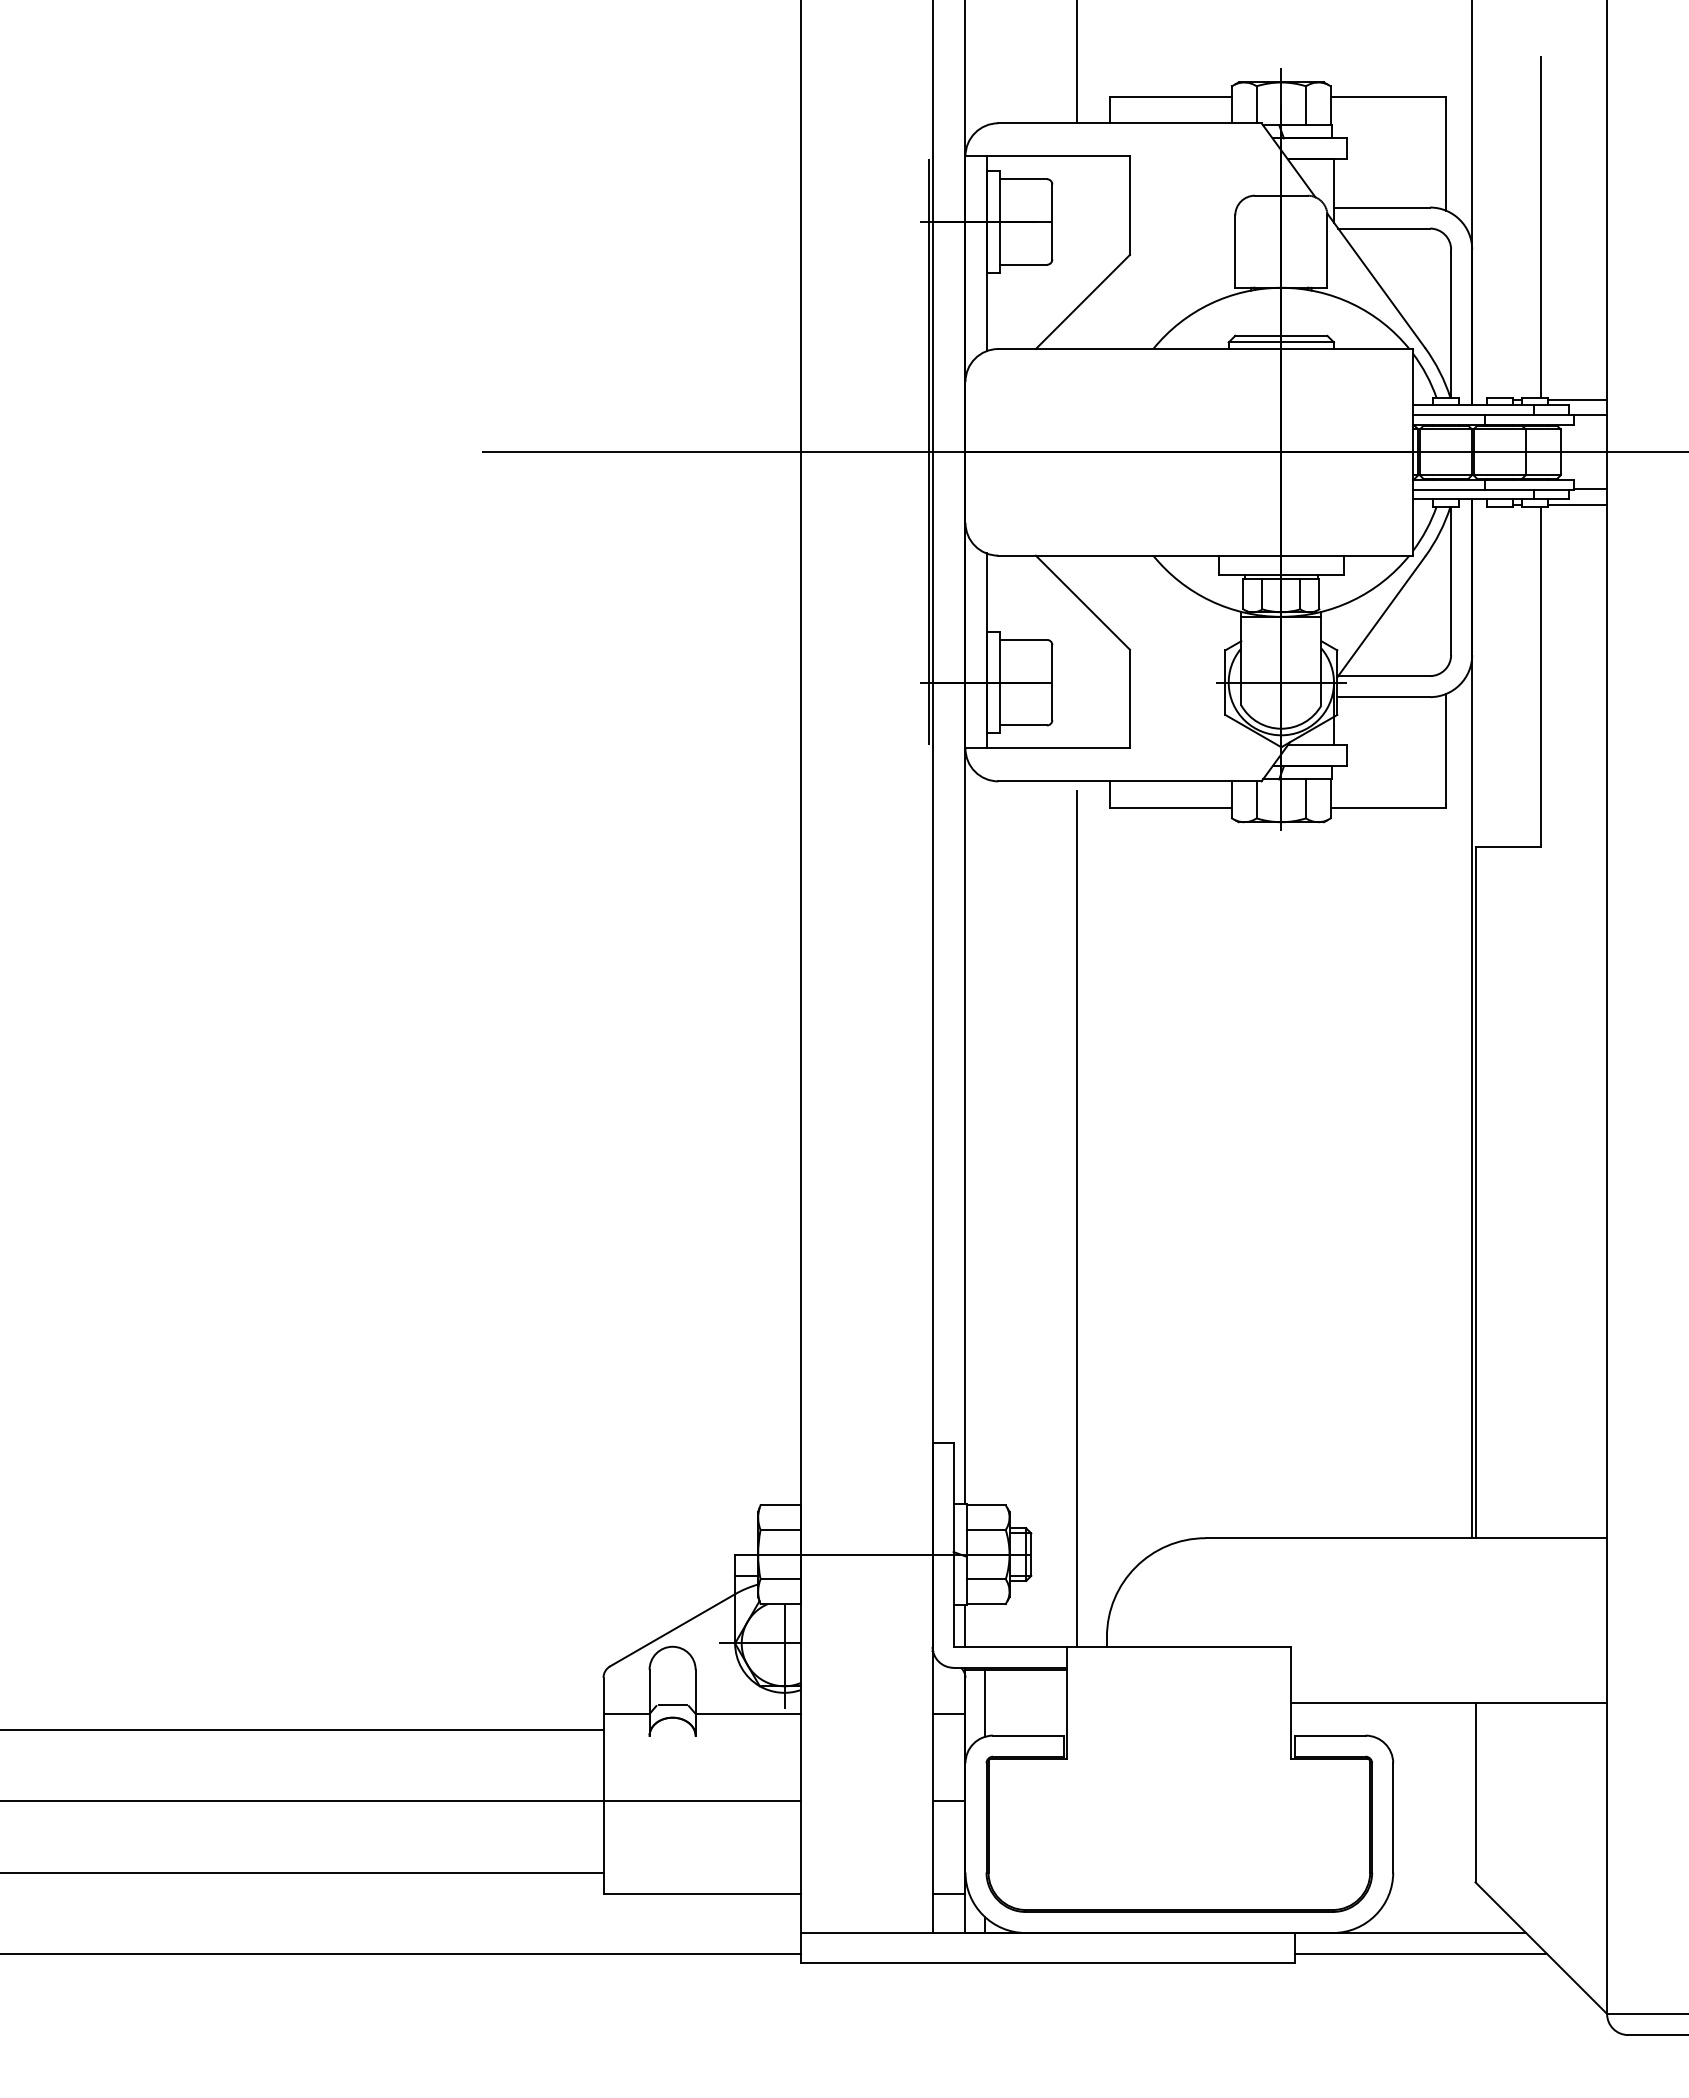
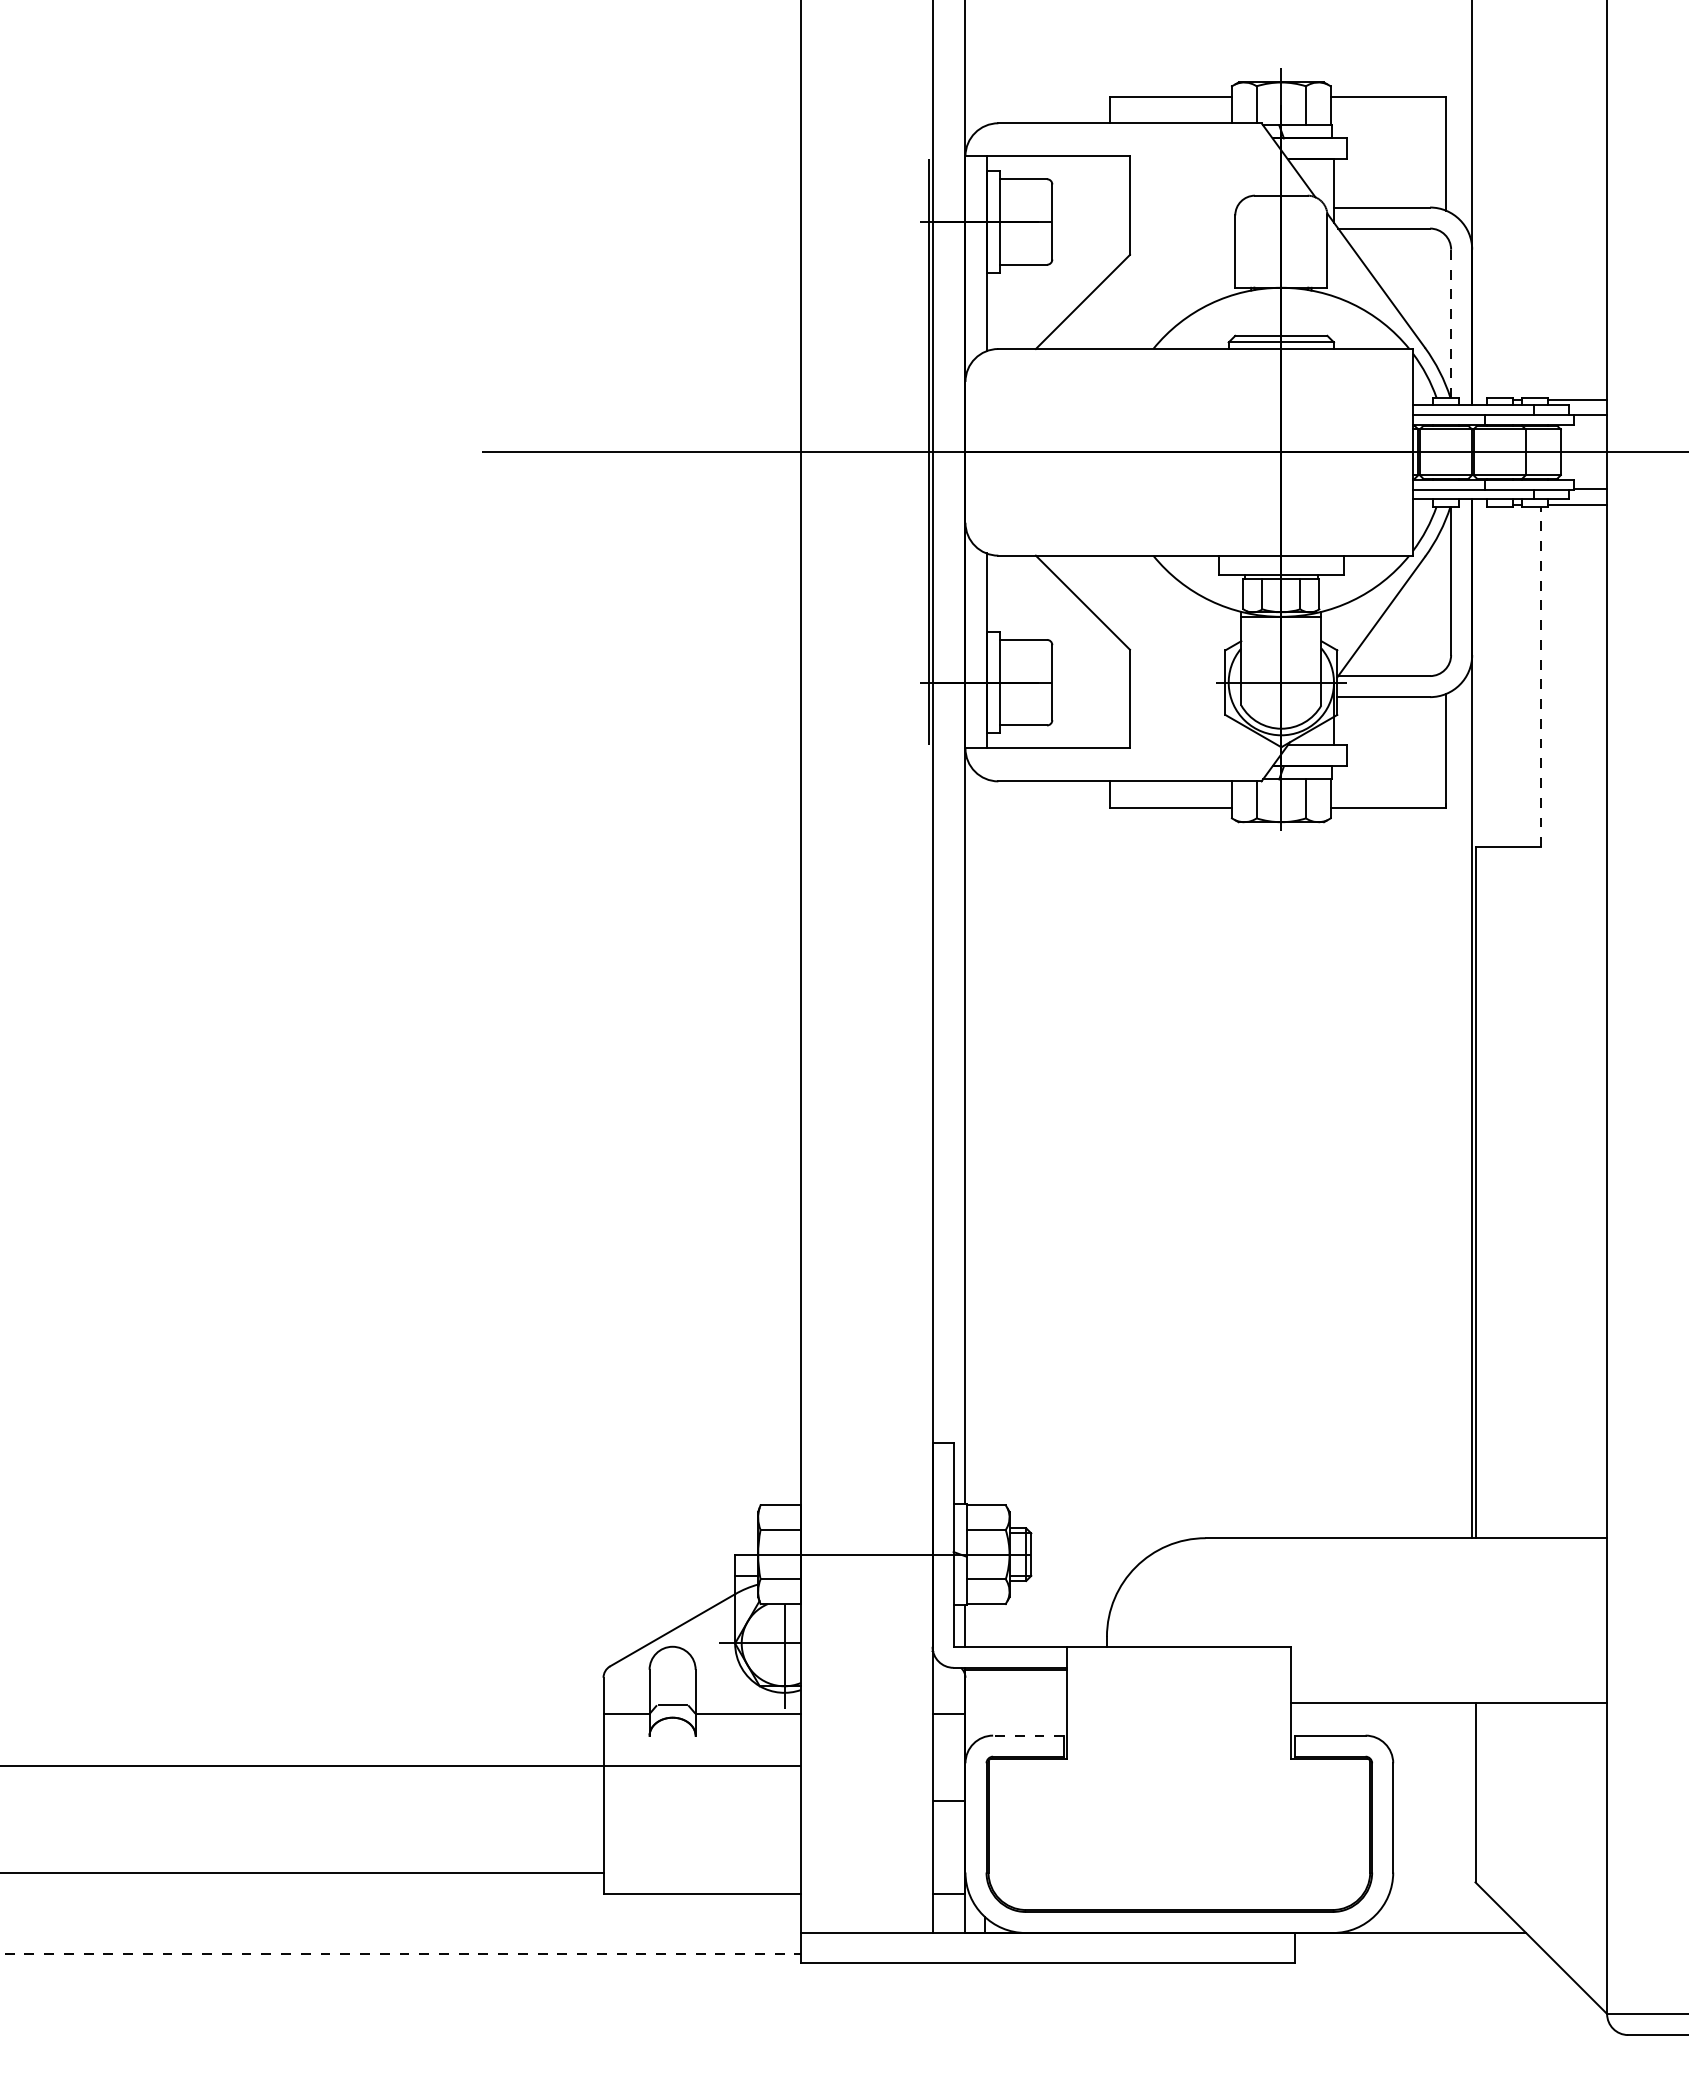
line at (1077, 62): present -> none
line at (1541, 227): present -> none
line at (1451, 323): solid -> dashed
line at (1541, 676): solid -> dashed
line at (1077, 1218): present -> none
line at (985, 1702): present -> none
line at (302, 1730): present -> none
line at (1028, 1735): solid -> dashed
line at (401, 1801) position: (401, 1801) -> (401, 1766)
line at (400, 1954): solid -> dashed
line at (1420, 1954): present -> none
